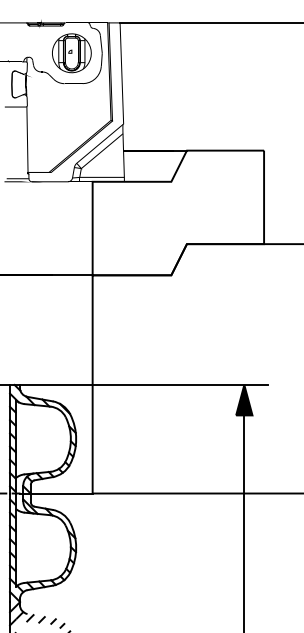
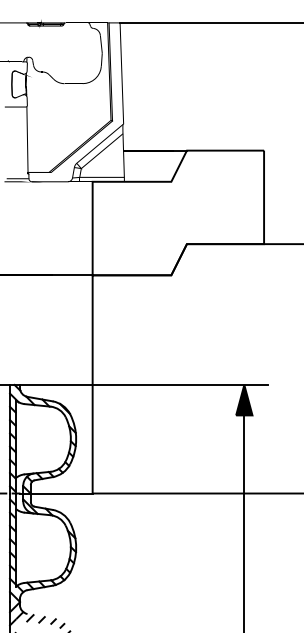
part at (71, 53): present -> none
